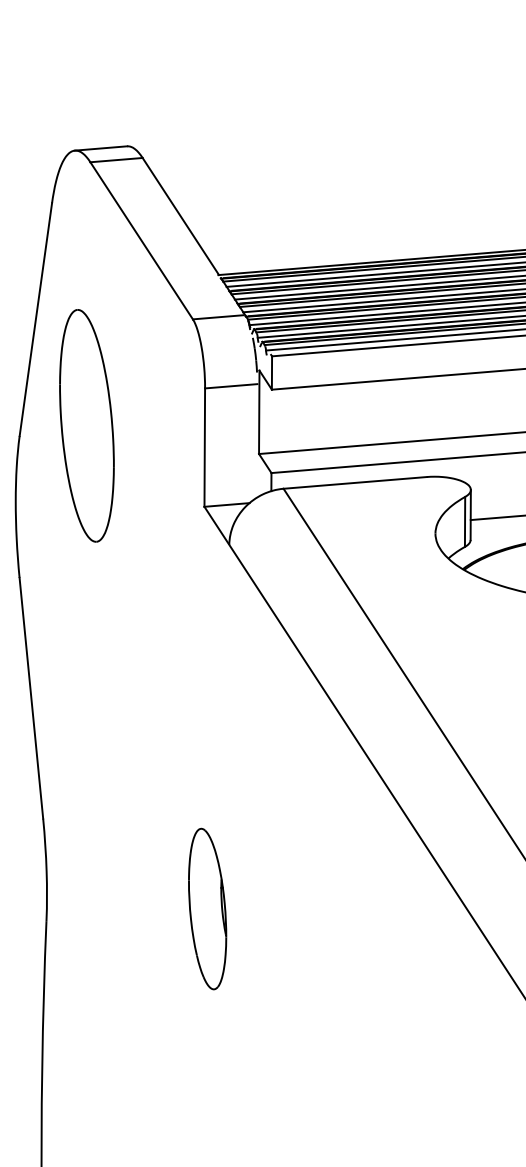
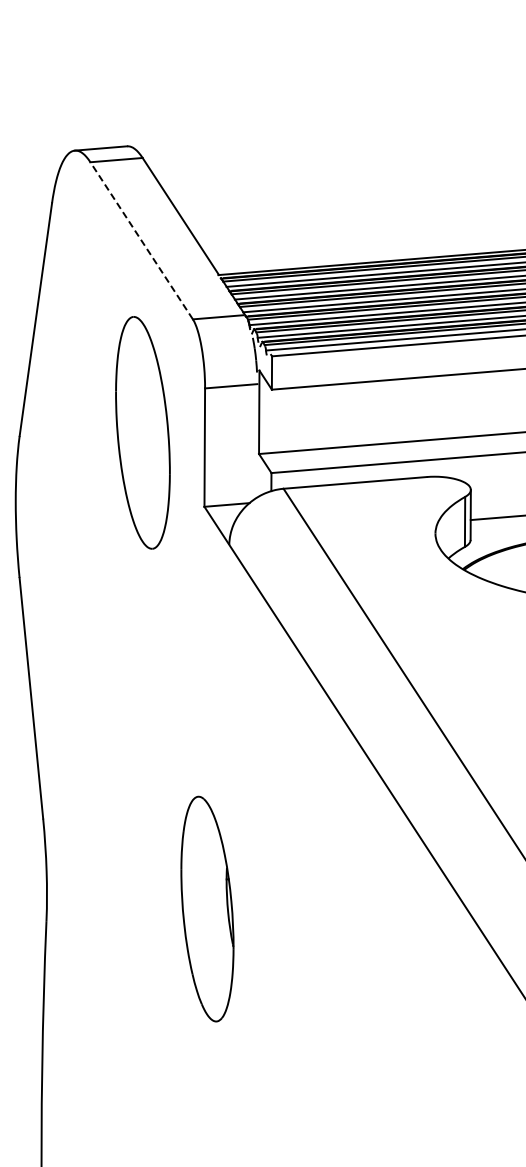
line at (141, 240): solid -> dashed
part at (86, 425) position: (86, 425) -> (142, 432)
part at (207, 908) size: 40x164 px -> 55x228 px
